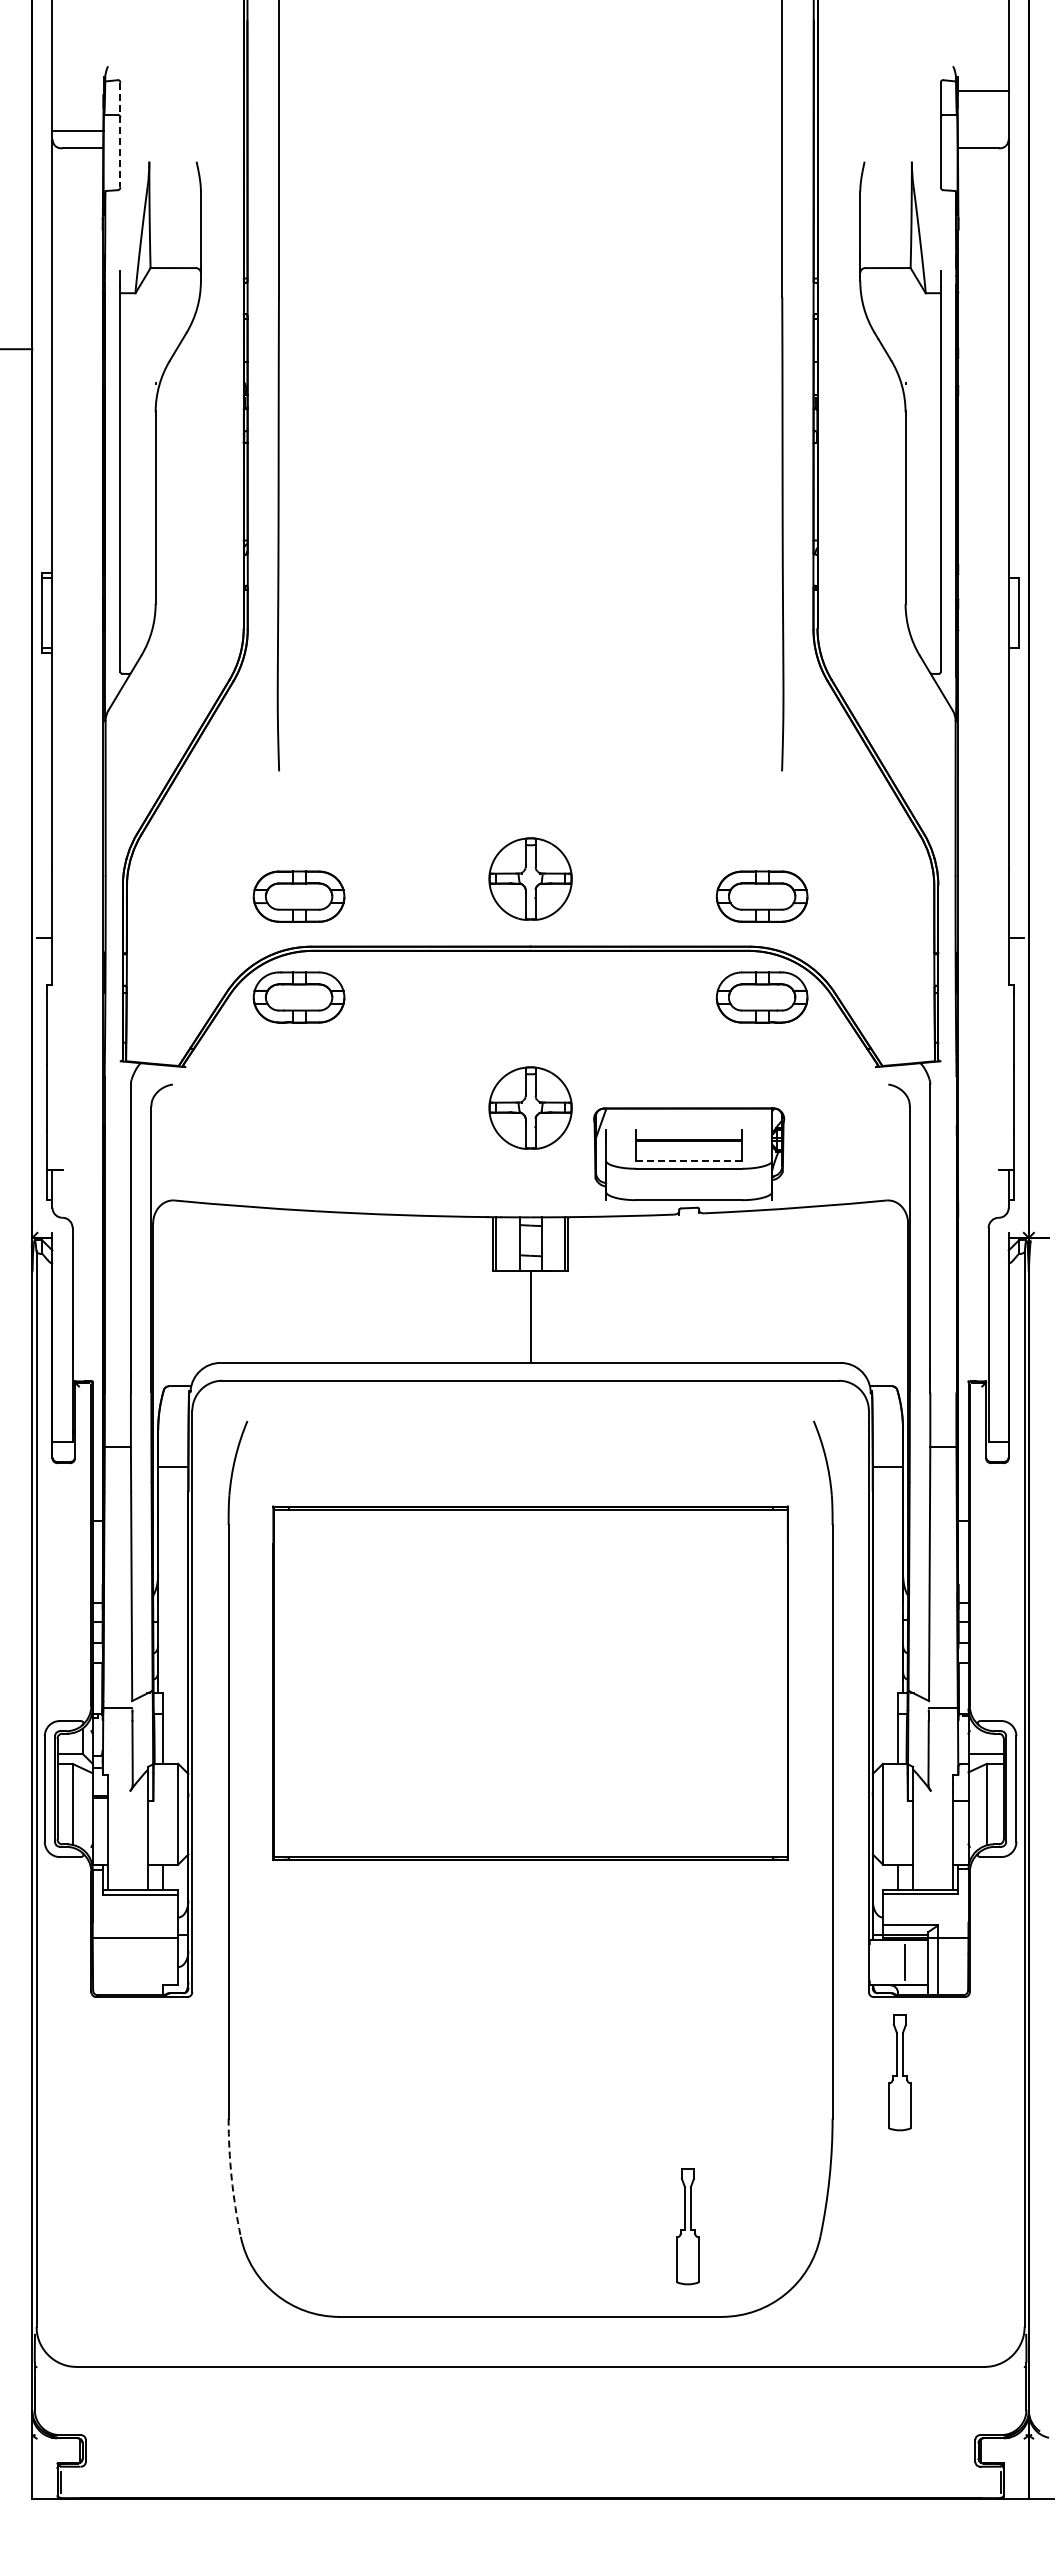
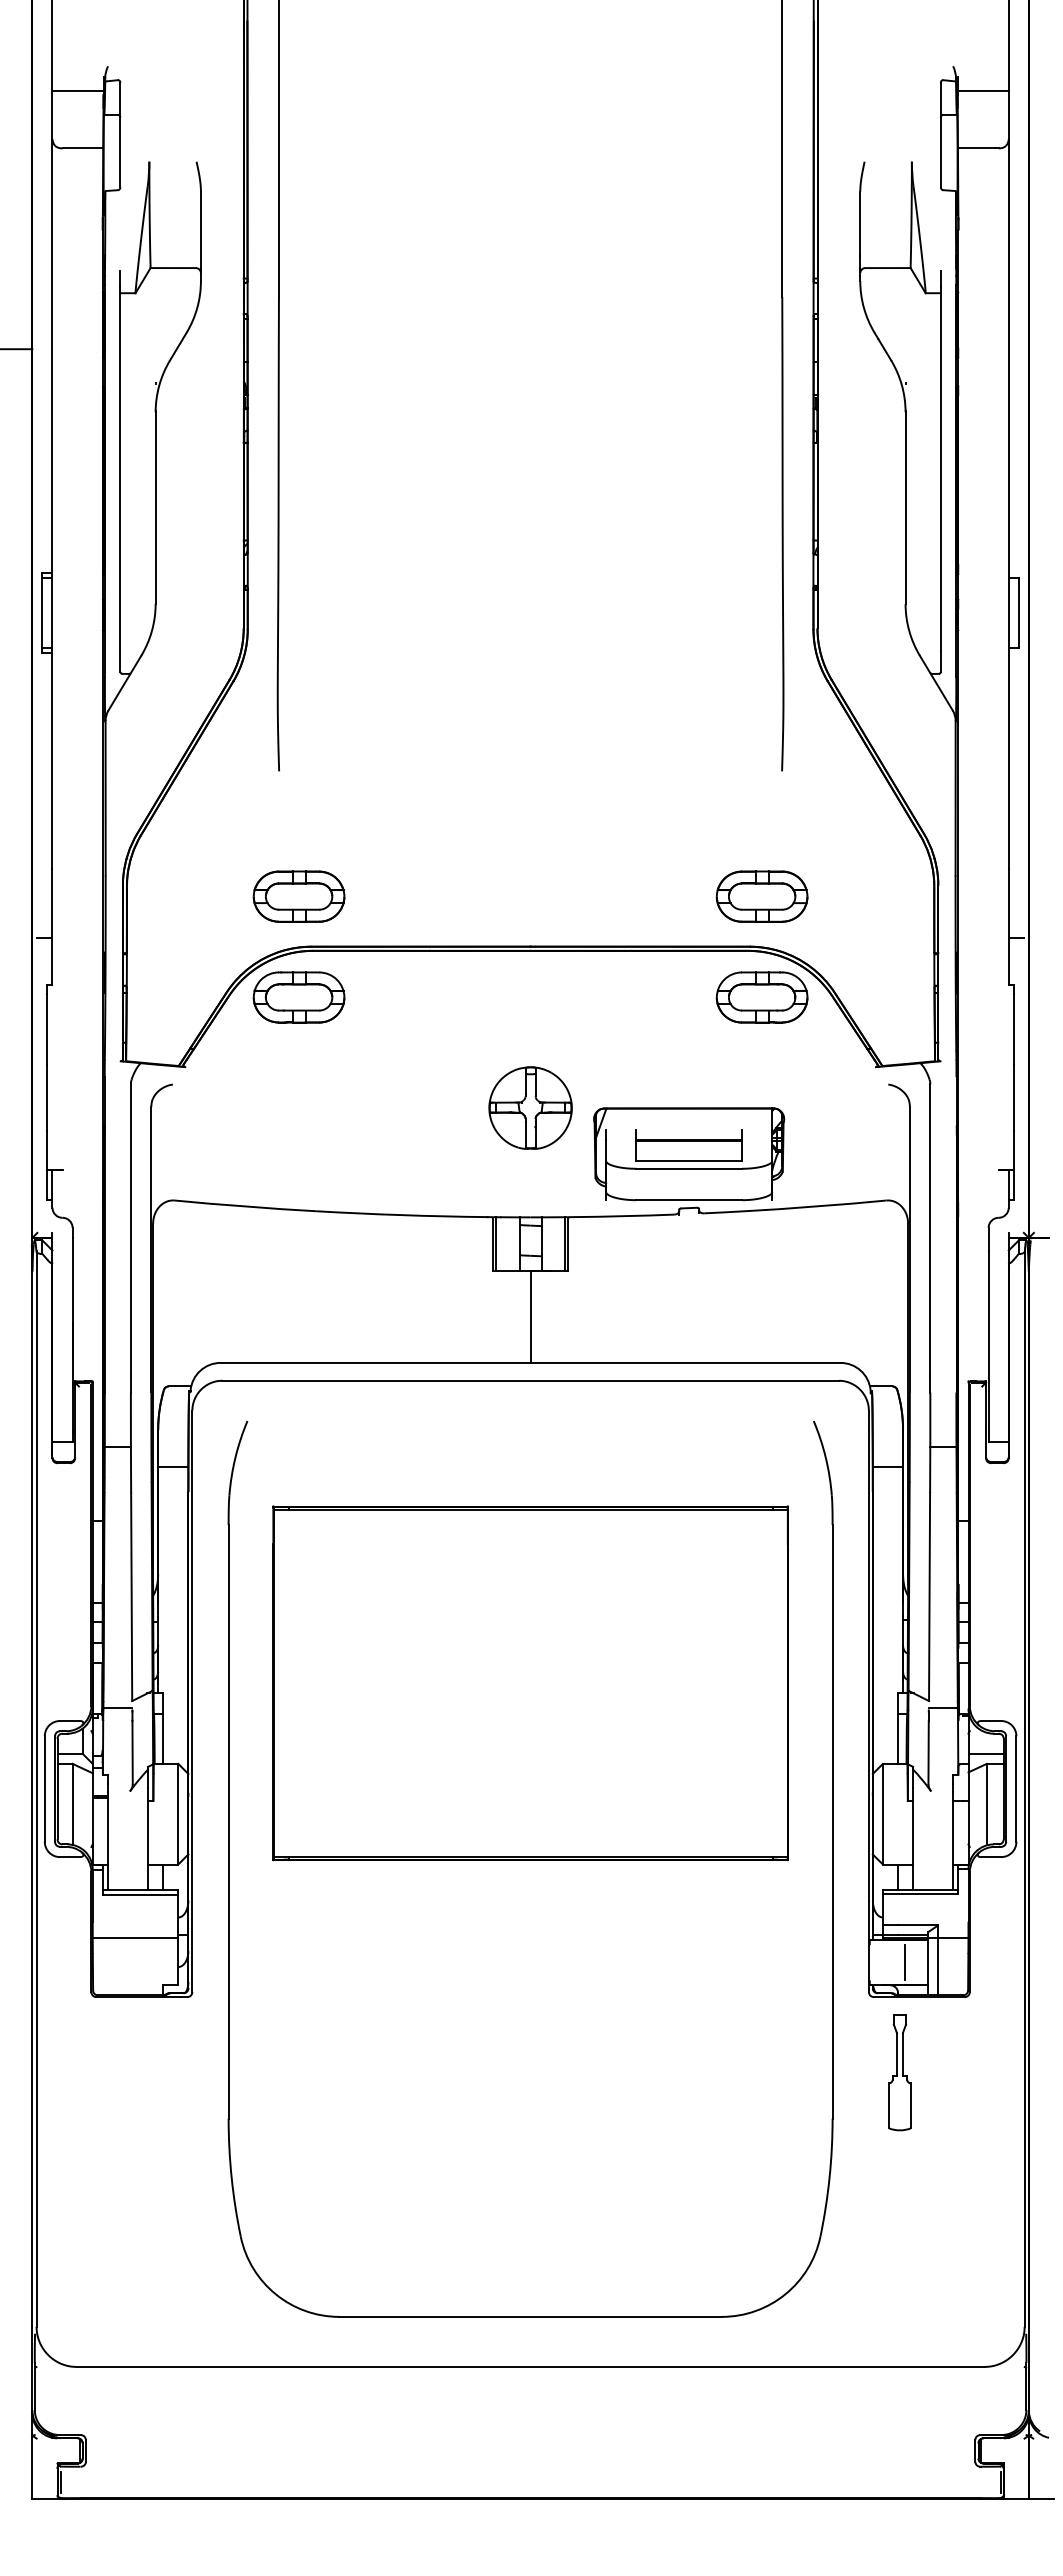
line at (77, 131) position: (77, 131) -> (77, 91)
line at (120, 135): dashed -> solid
part at (530, 878): present -> none
line at (689, 1160): dashed -> solid
arc at (231, 2178): dashed -> solid
part at (687, 2226): present -> none
